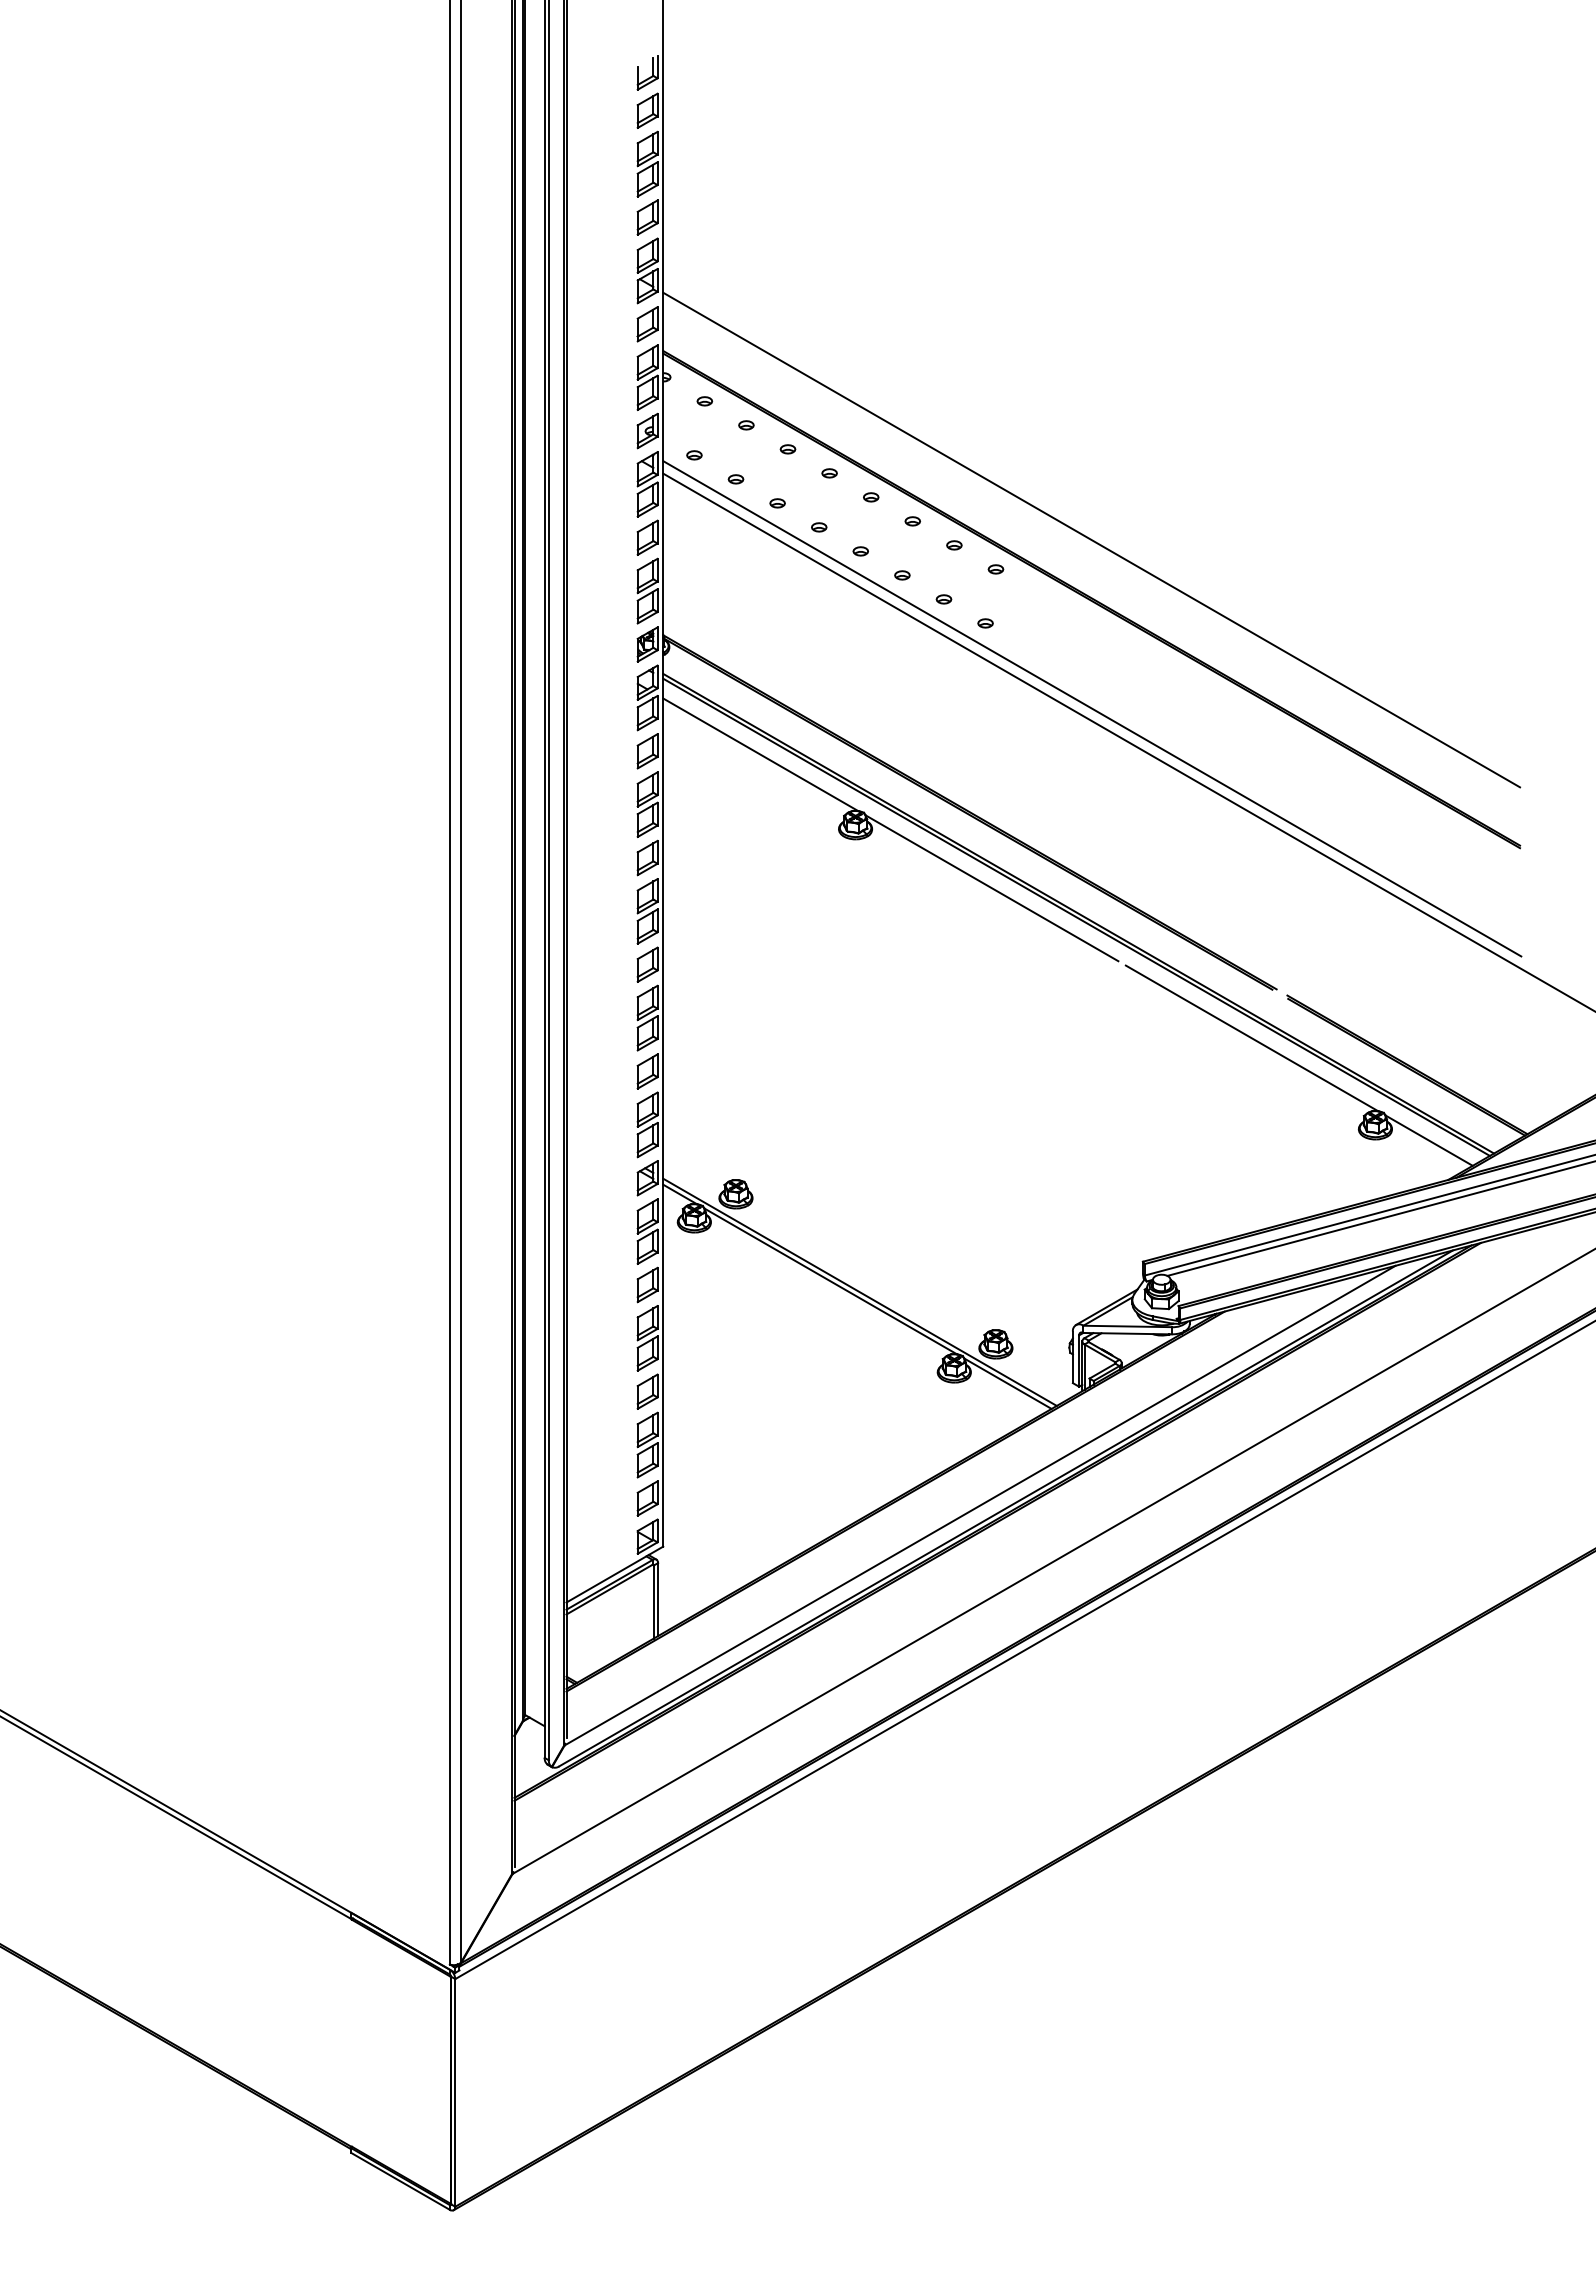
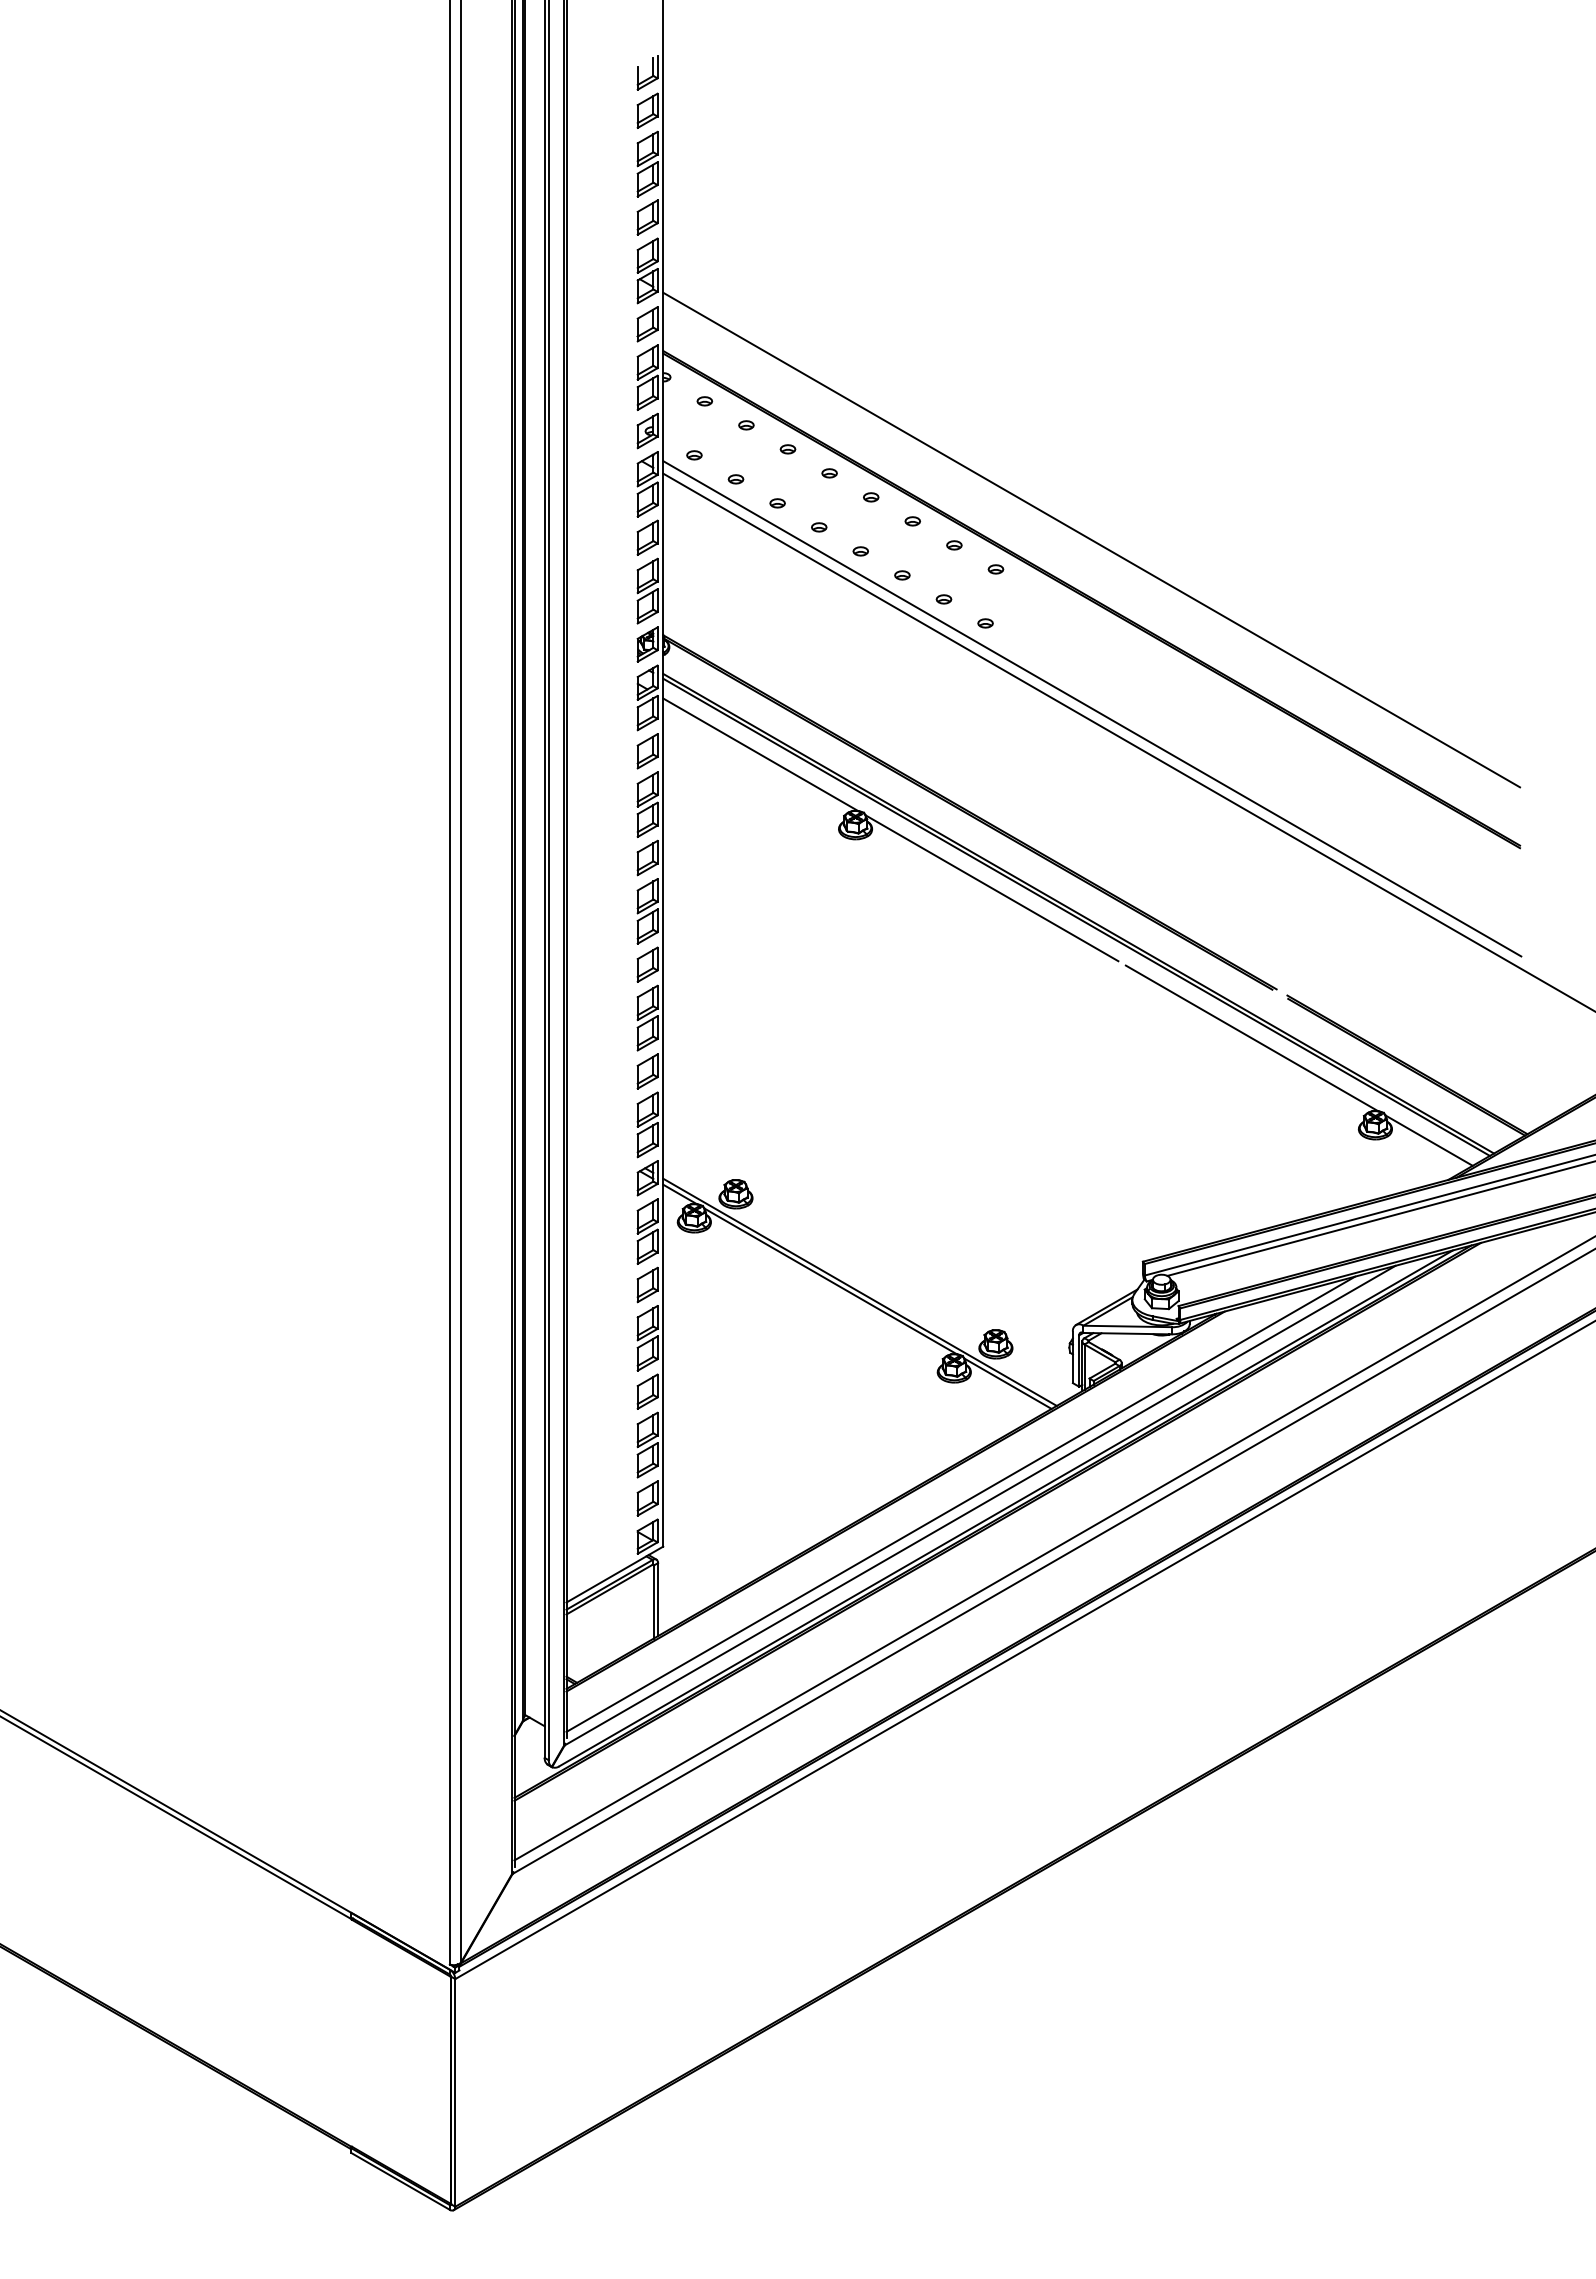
line at (960, 1503): none -> present
line at (1053, 1548): none -> present
